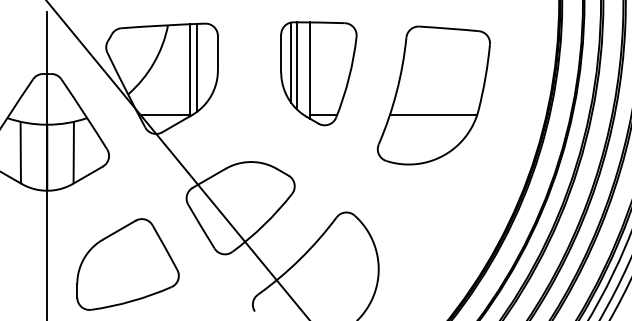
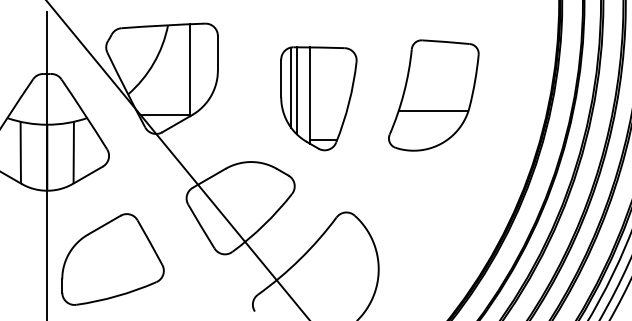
line at (196, 67): present -> none
part at (318, 73) position: (318, 73) -> (318, 98)
part at (433, 95) size: 115x141 px -> 92x113 px
part at (127, 264) position: (127, 264) -> (112, 259)
